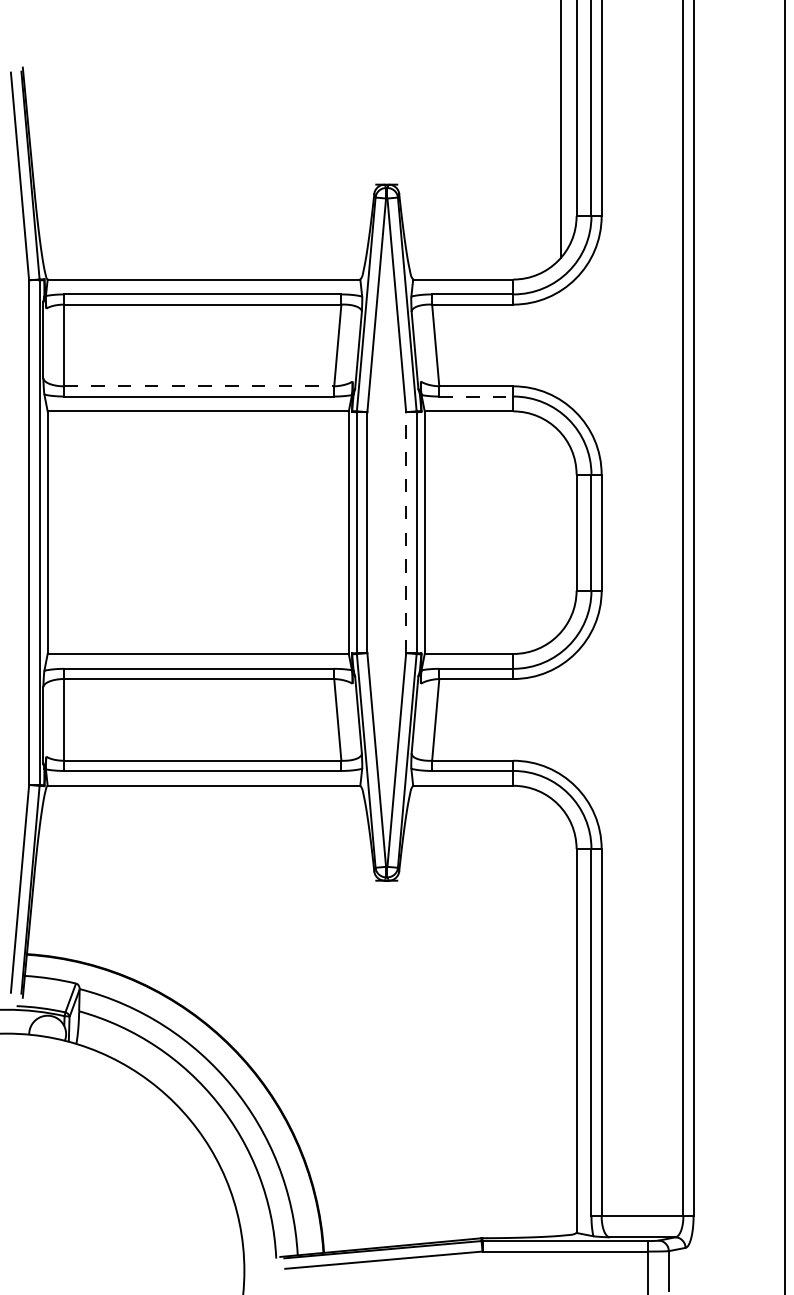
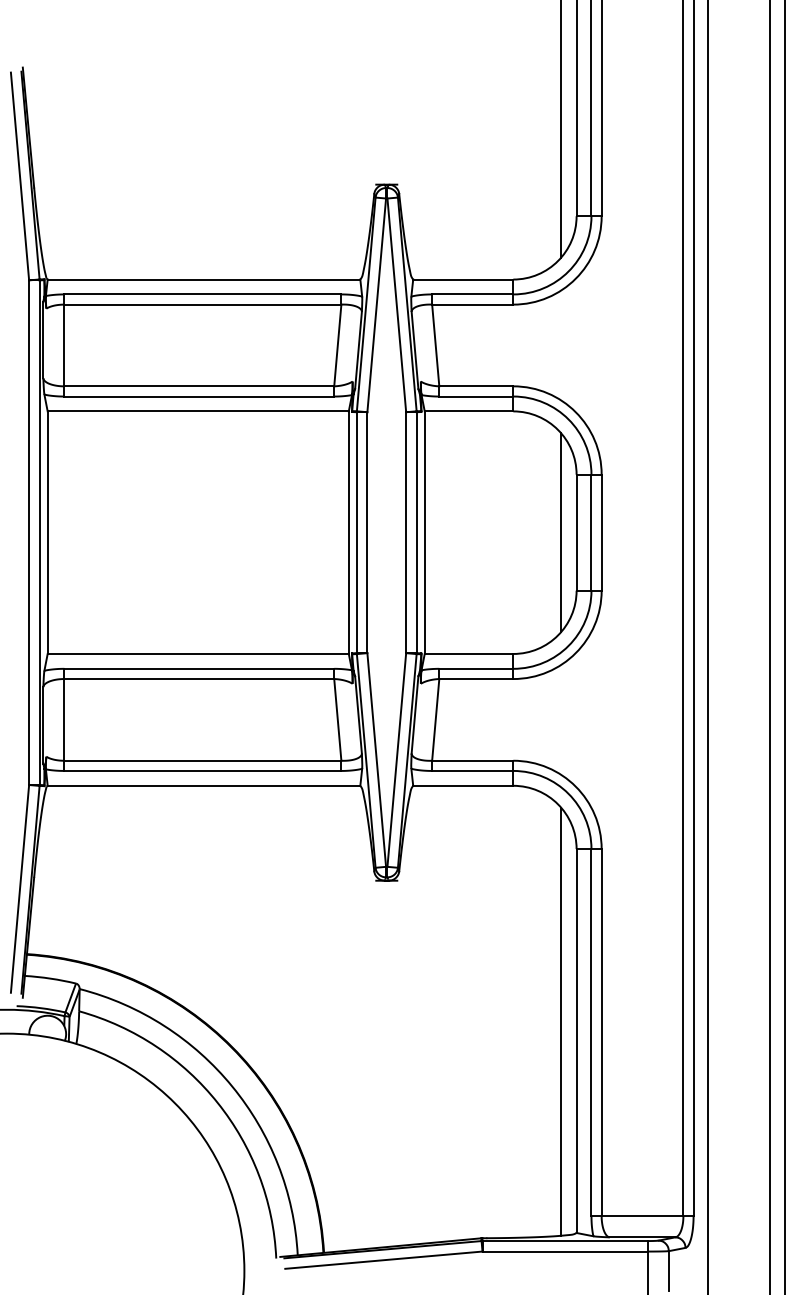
line at (199, 386): dashed -> solid
line at (476, 396): dashed -> solid
line at (406, 532): dashed -> solid
line at (560, 532): none -> present
line at (708, 646): none -> present
line at (770, 646): none -> present
line at (560, 1021): none -> present
